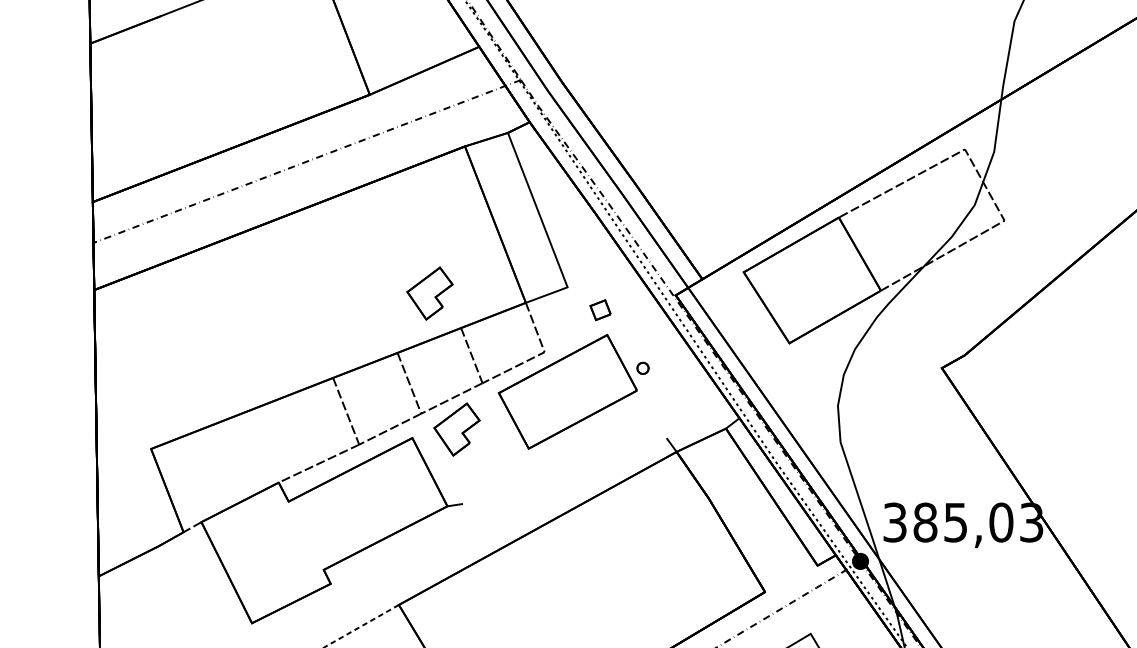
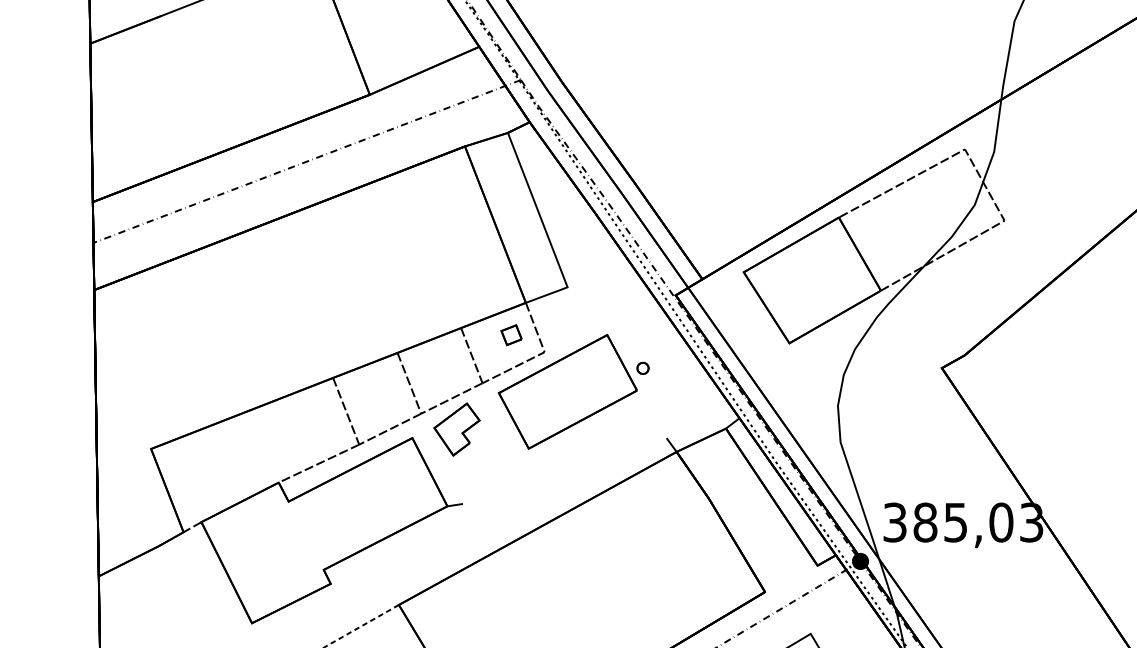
part at (429, 293): present -> none
part at (600, 310) position: (600, 310) -> (511, 335)
